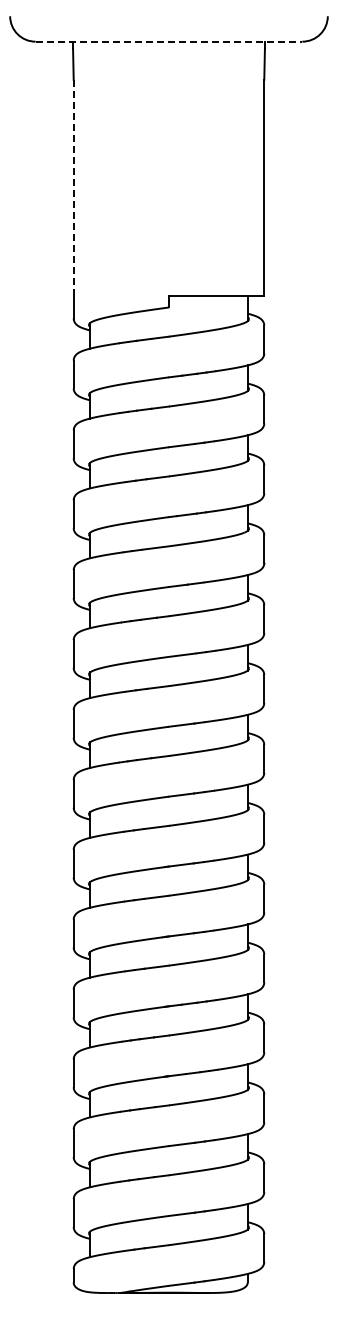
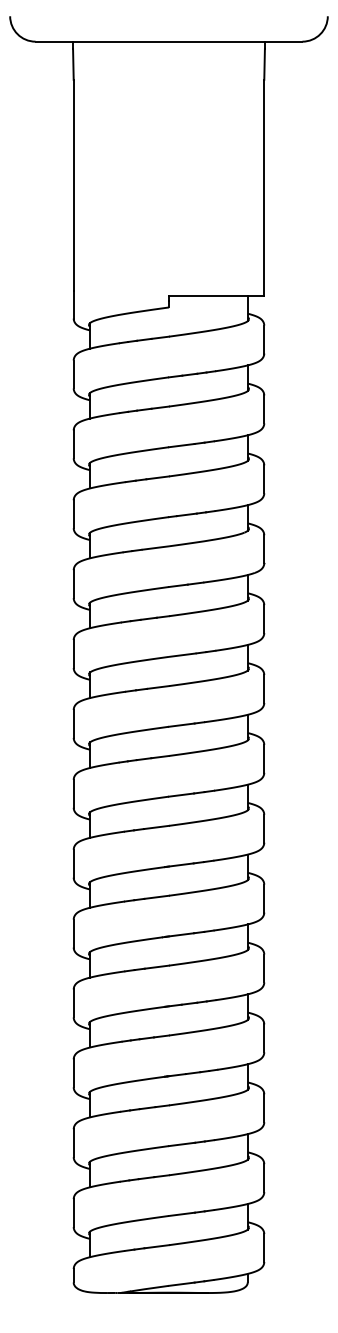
line at (169, 41): dashed -> solid
line at (73, 185): dashed -> solid
